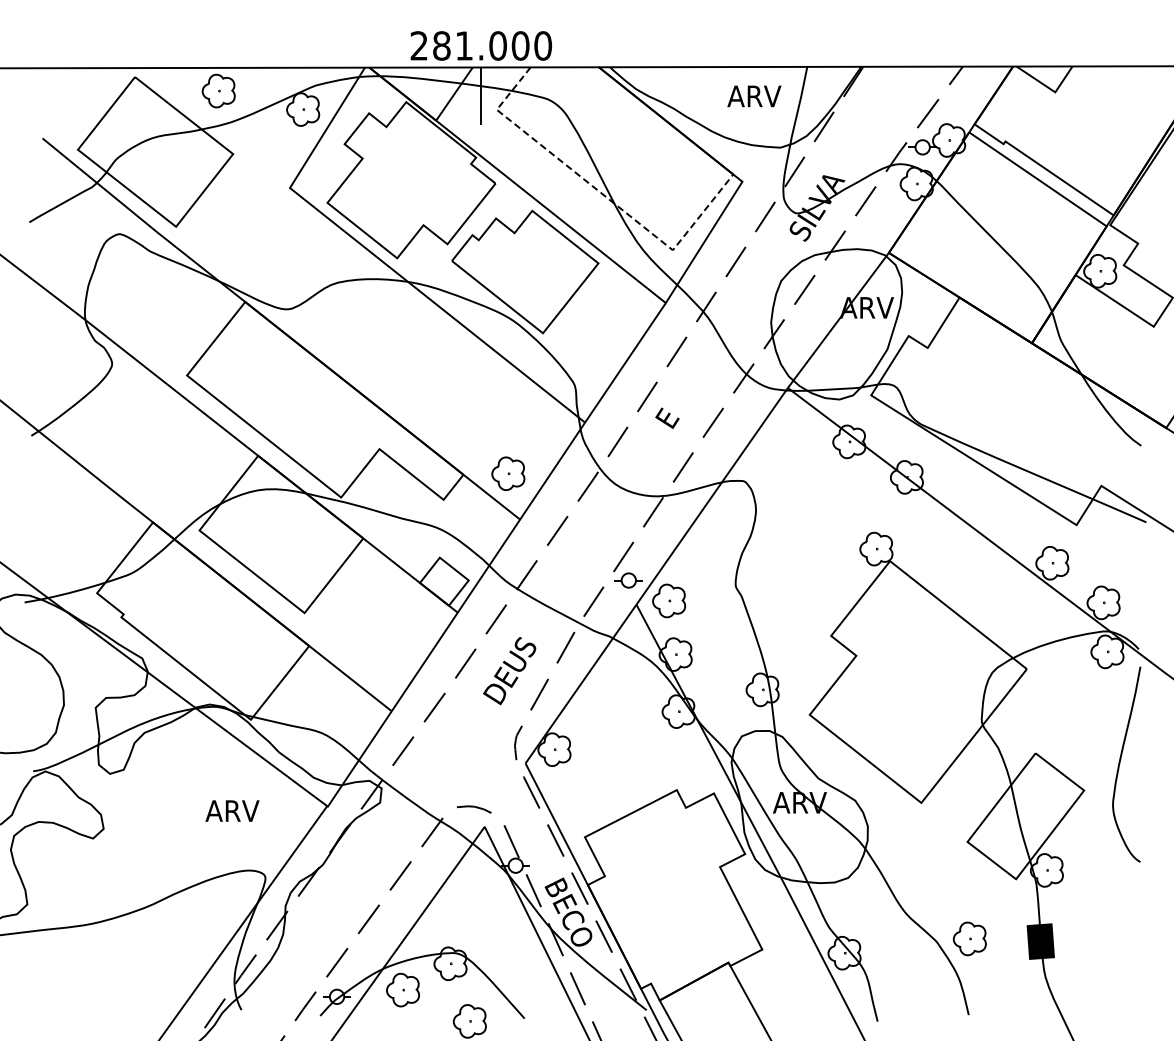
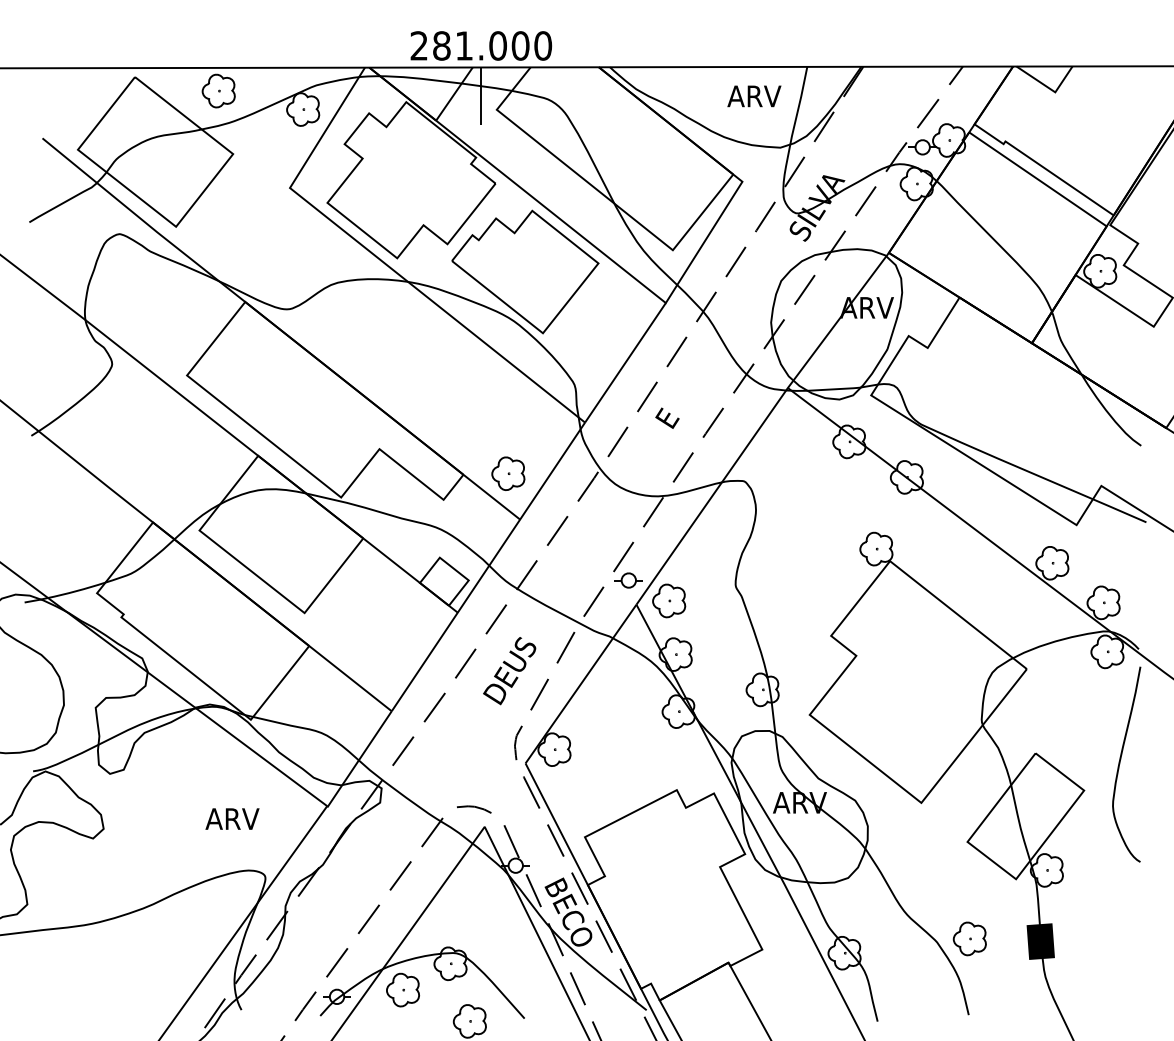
line at (601, 193): dashed -> solid
text at (232, 810) position: (232, 810) -> (232, 818)
